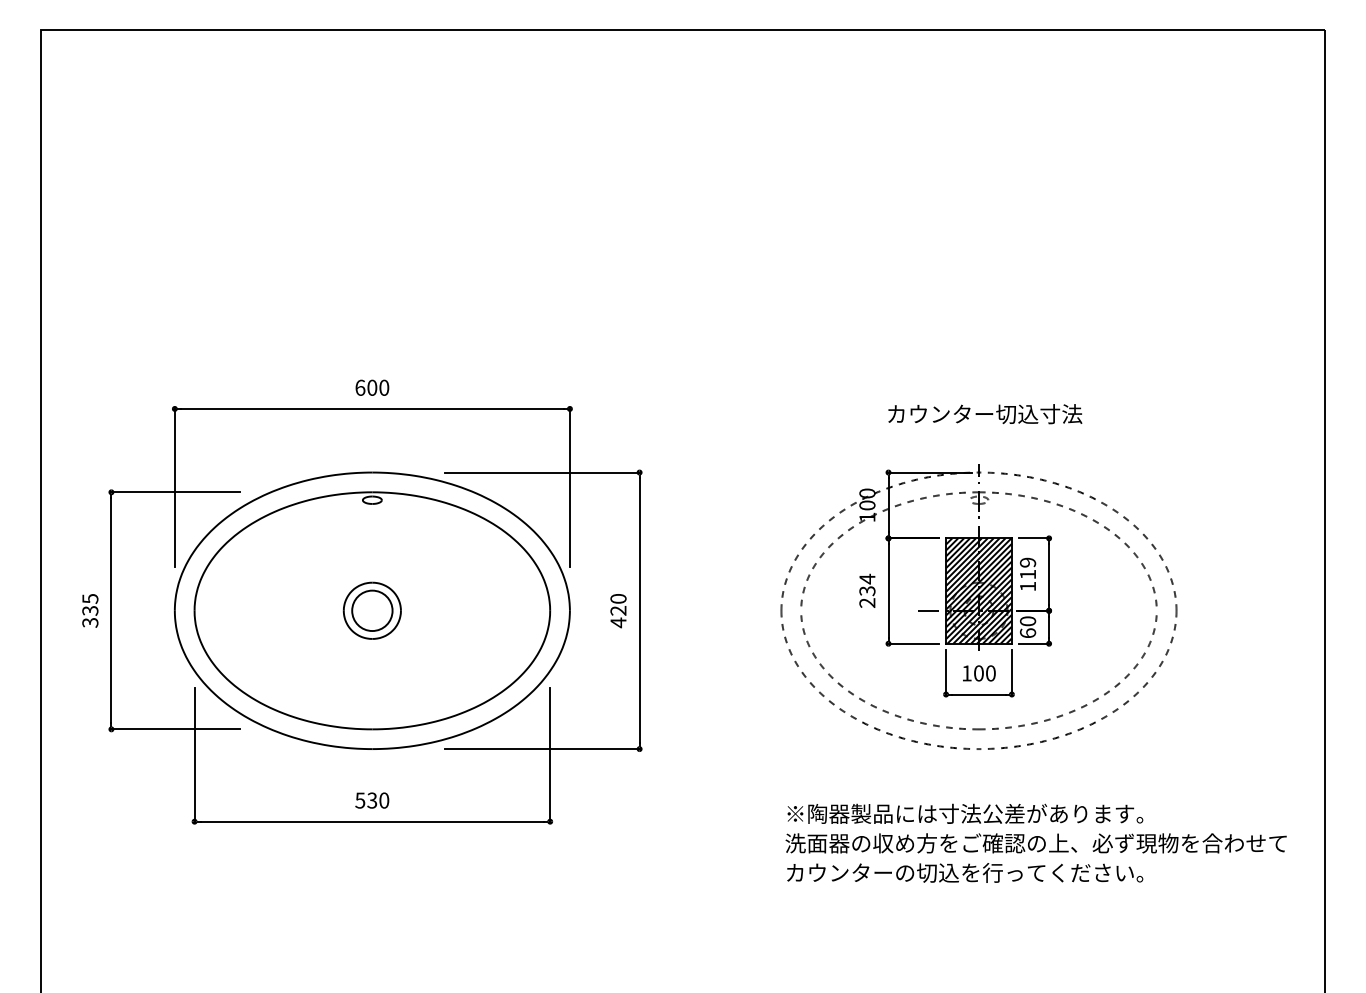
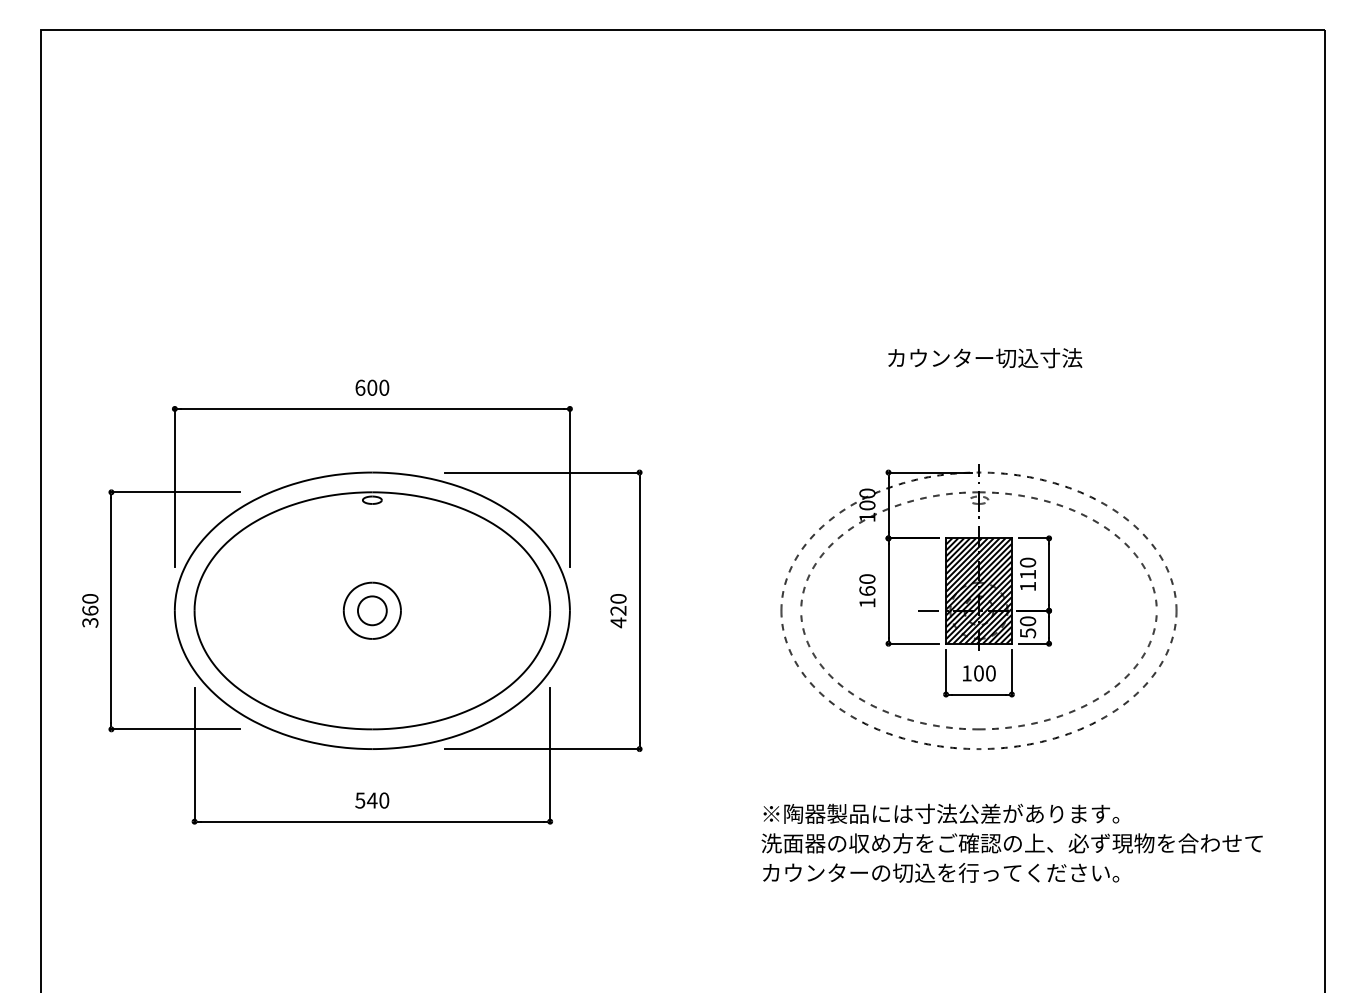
text at (985, 414) position: (985, 414) -> (985, 358)
text at (1028, 562): 119 -> 110
text at (867, 590): 234 -> 160
text at (90, 604): 335 -> 360
circle at (372, 610) diameter: 40 px -> 29 px
text at (1027, 633): 60 -> 50
text at (371, 800): 530 -> 540
text at (1035, 842) position: (1035, 842) -> (1011, 842)
